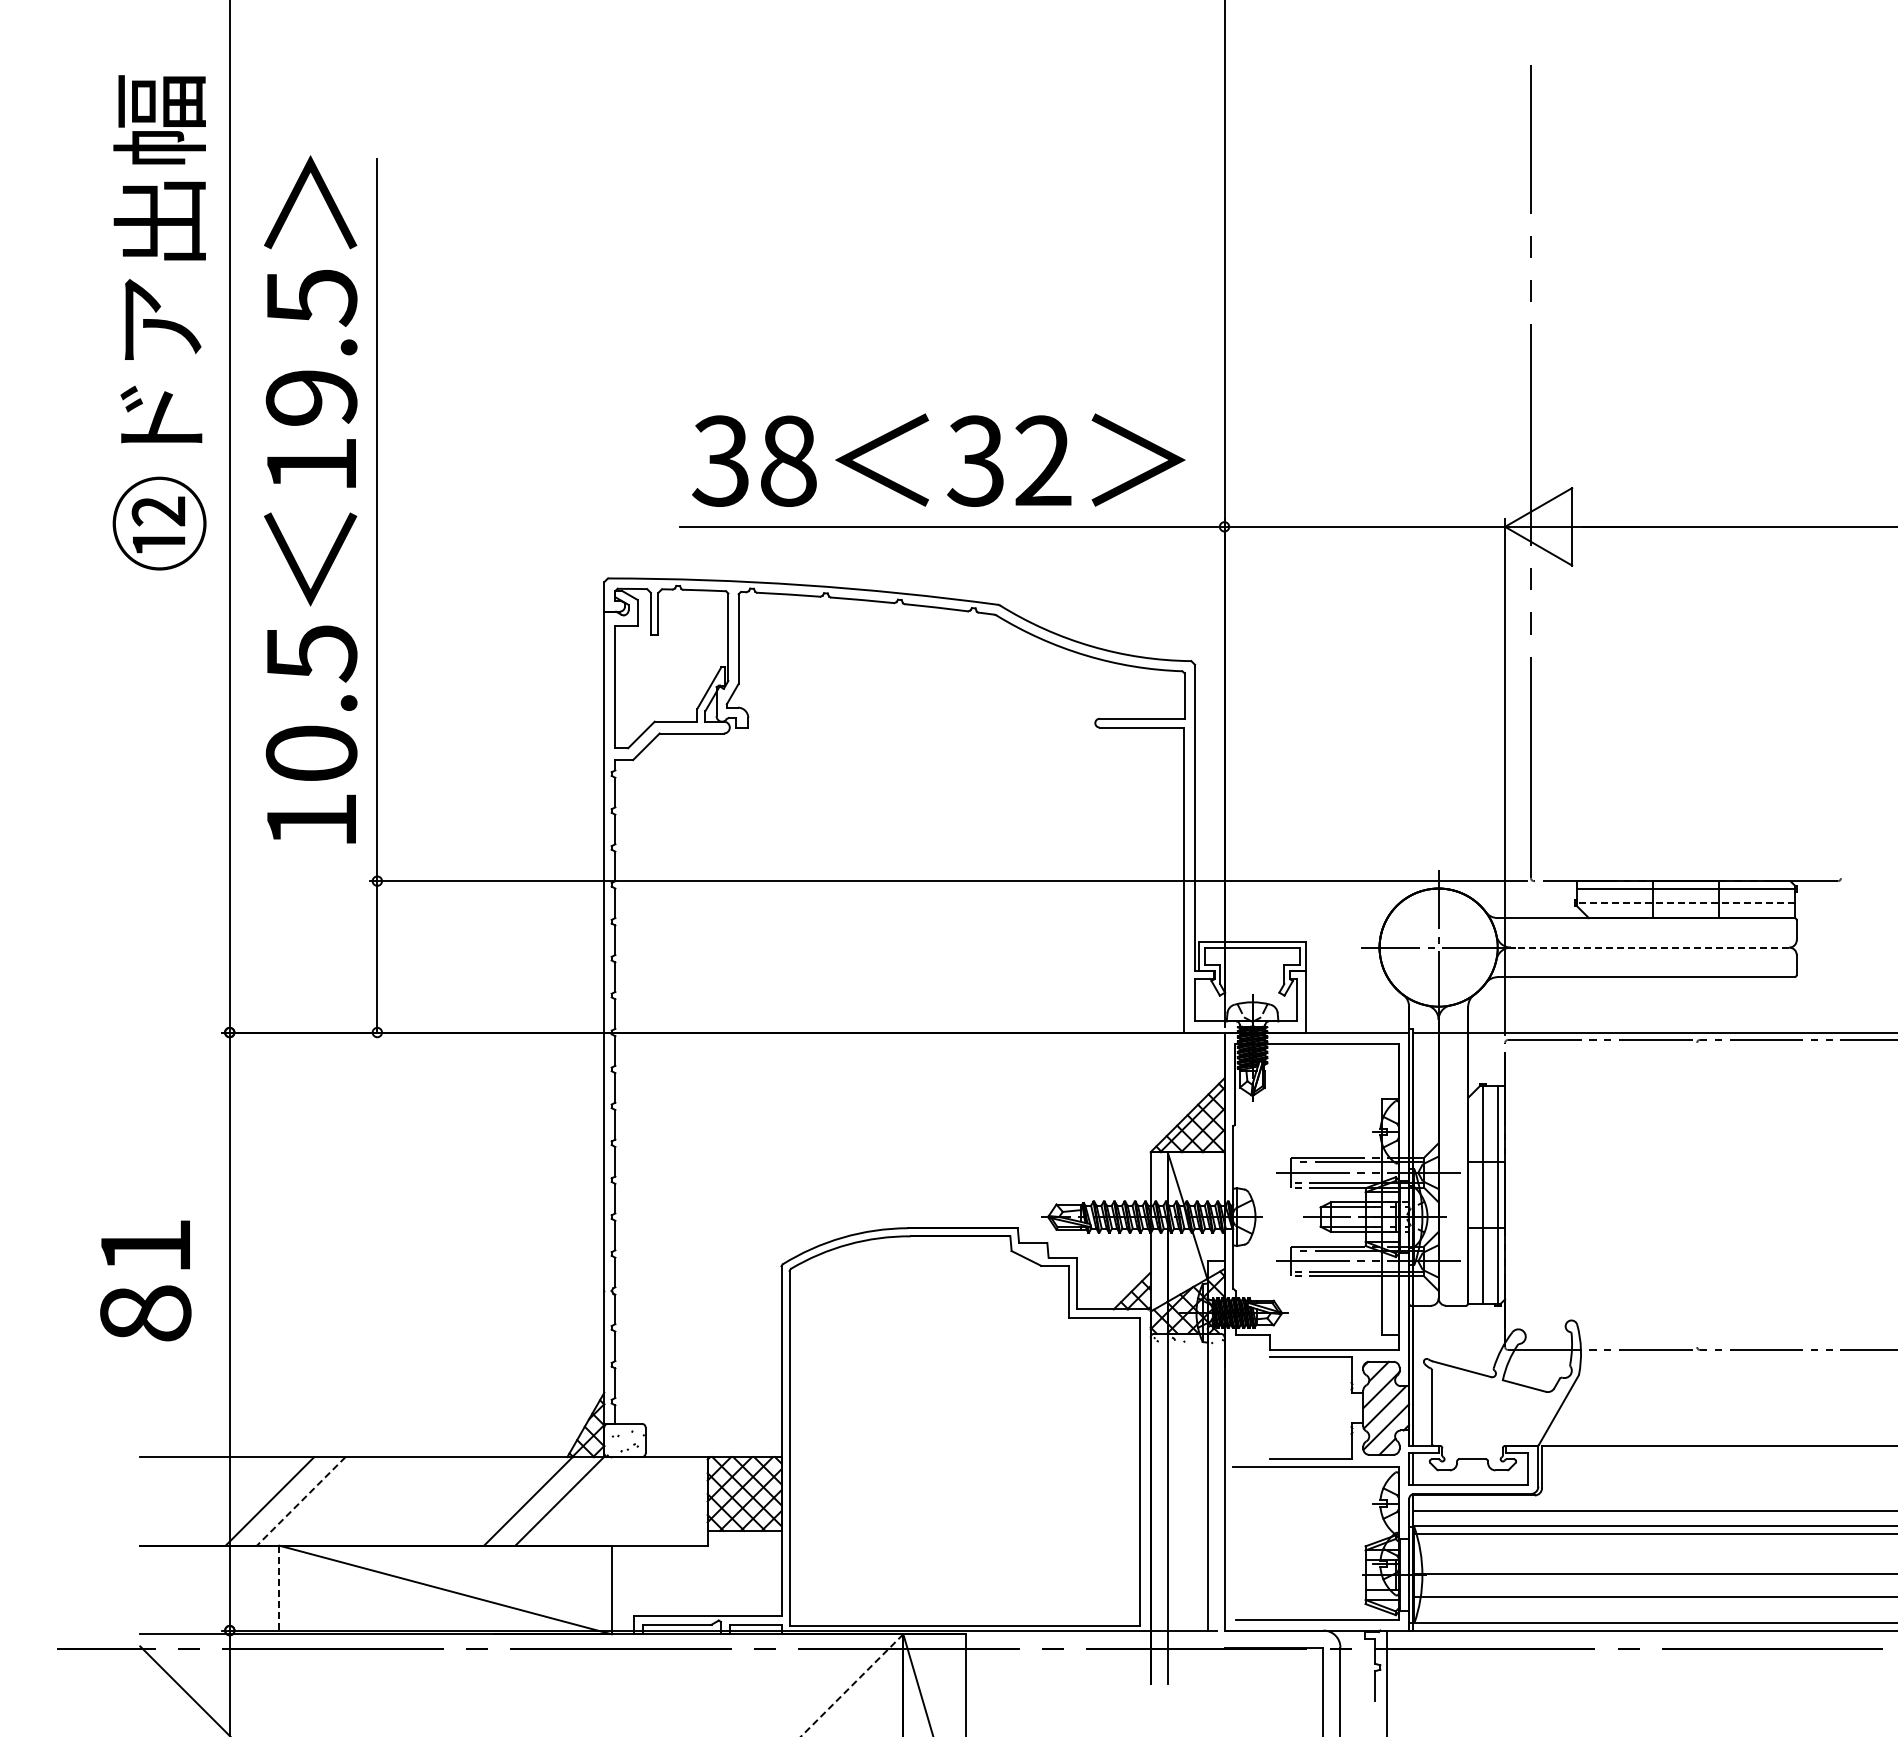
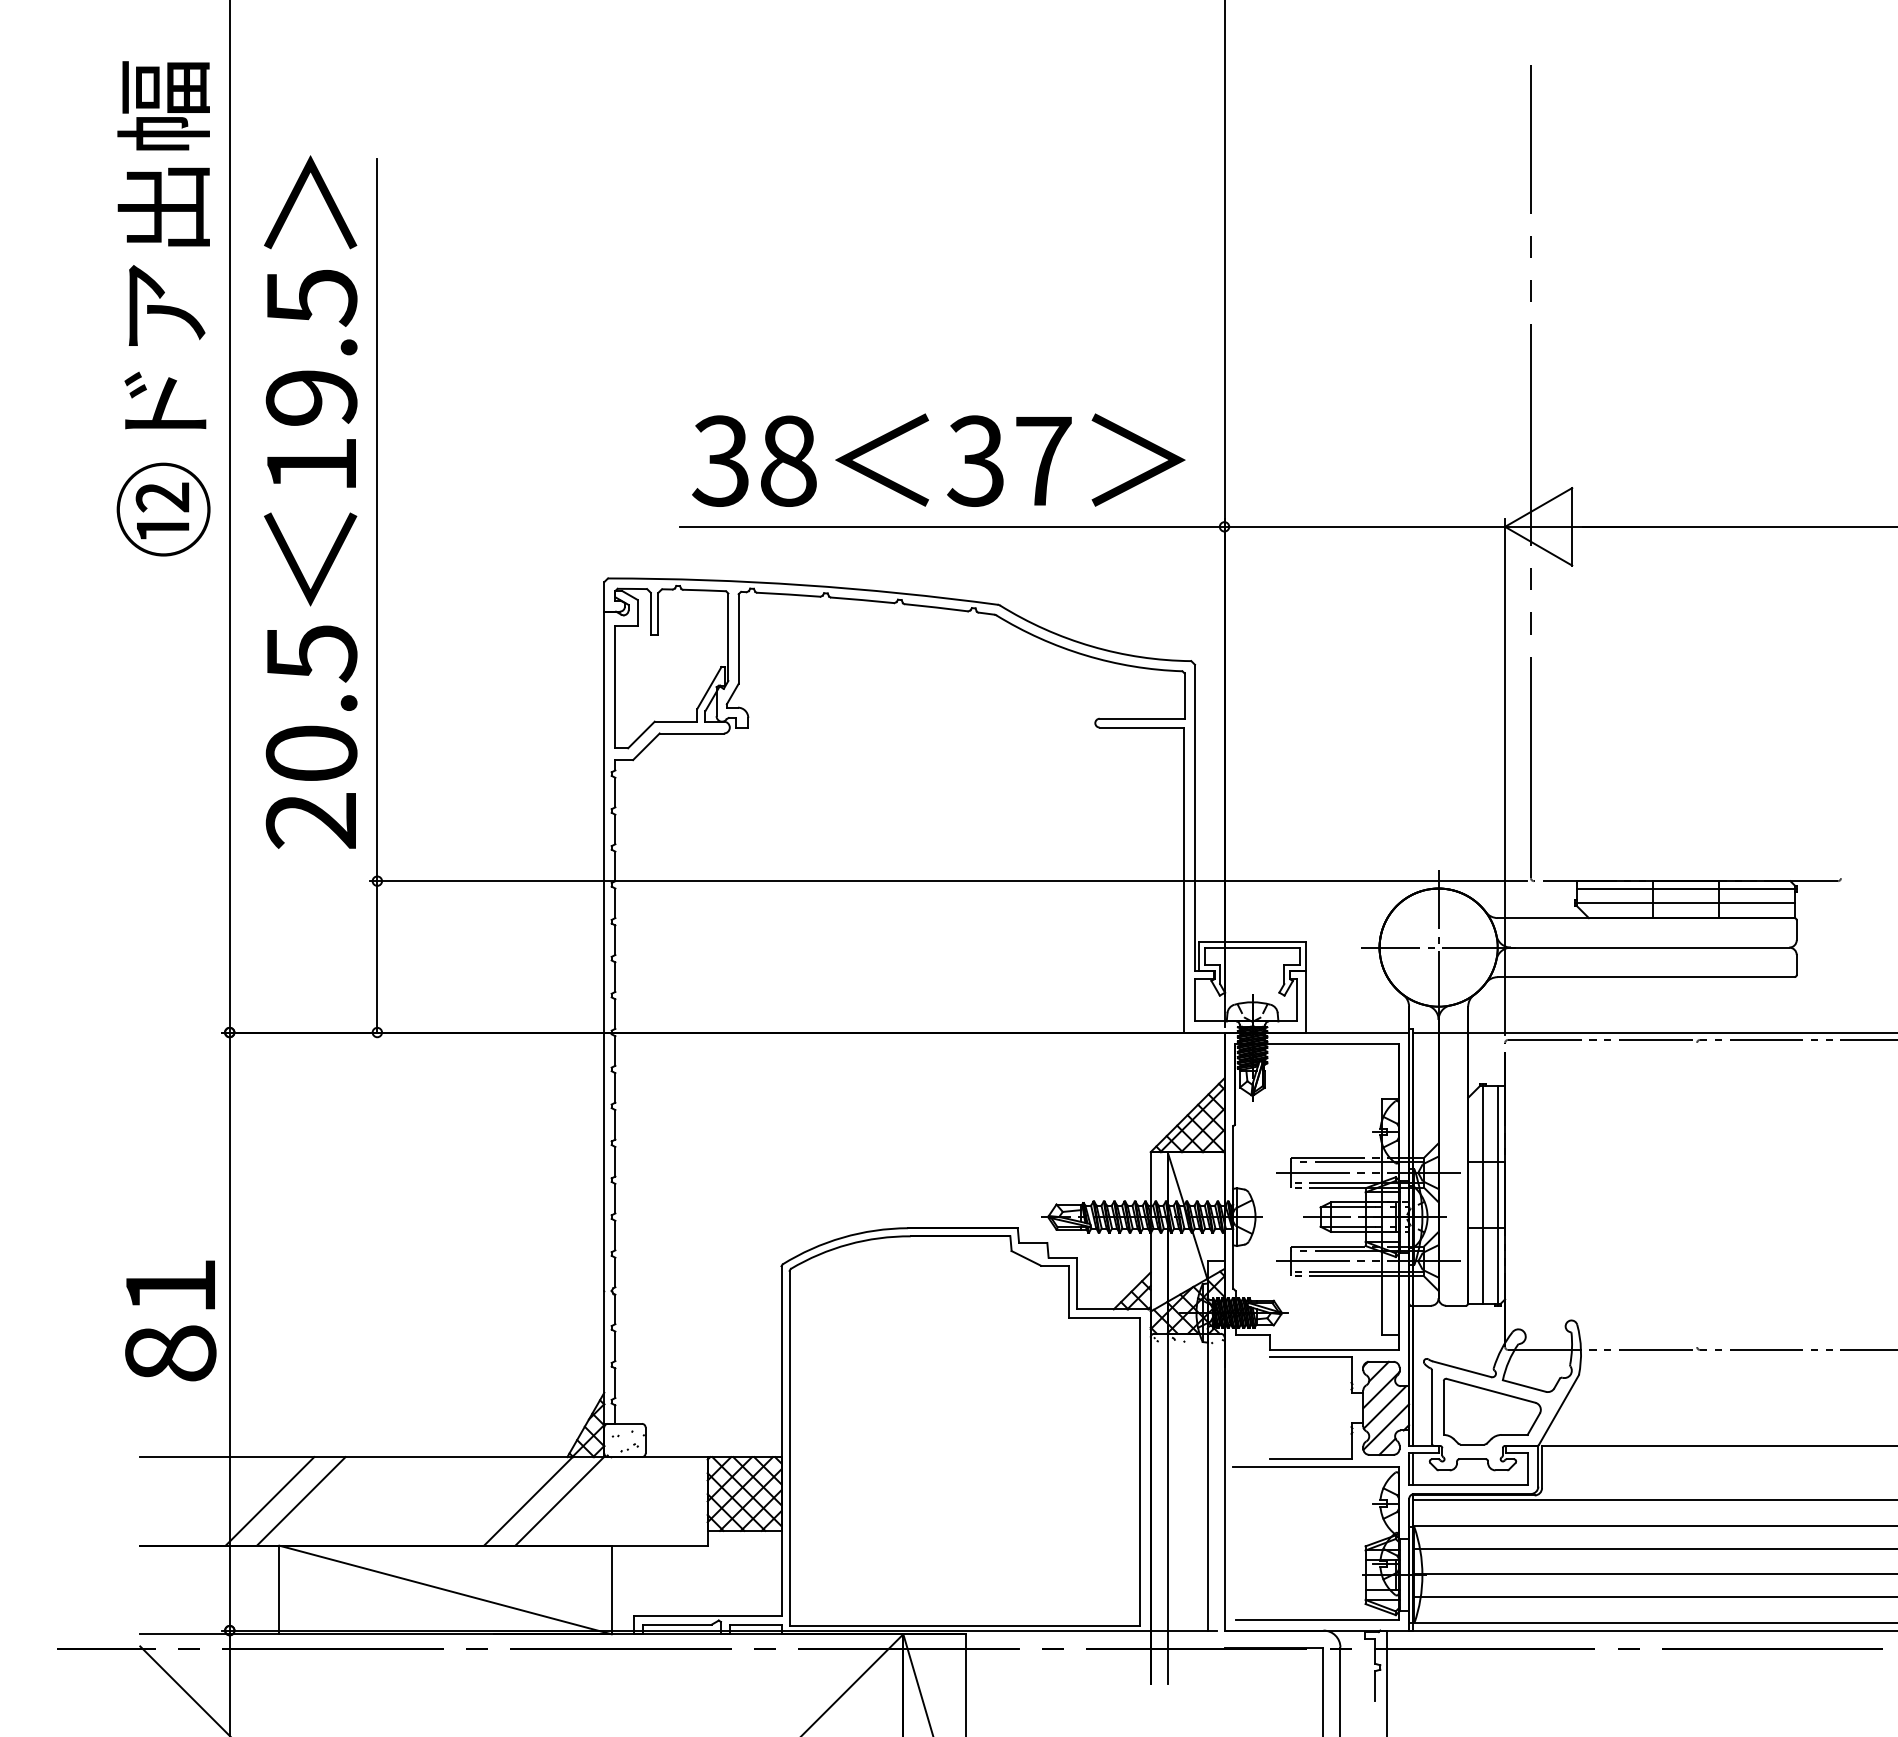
text at (159, 322) position: (159, 322) -> (163, 308)
text at (1043, 460): 32 -> 37
text at (310, 820): 10.5 -> 20.5
line at (1685, 903): dashed -> solid
line at (1649, 947): dashed -> solid
text at (145, 1280) position: (145, 1280) -> (170, 1320)
part at (1492, 1411): none -> present
line at (301, 1501): dashed -> solid
line at (1653, 1510) position: (1653, 1510) -> (1653, 1499)
line at (1653, 1533) position: (1653, 1533) -> (1653, 1548)
line at (279, 1590): dashed -> solid
line at (851, 1685): dashed -> solid
